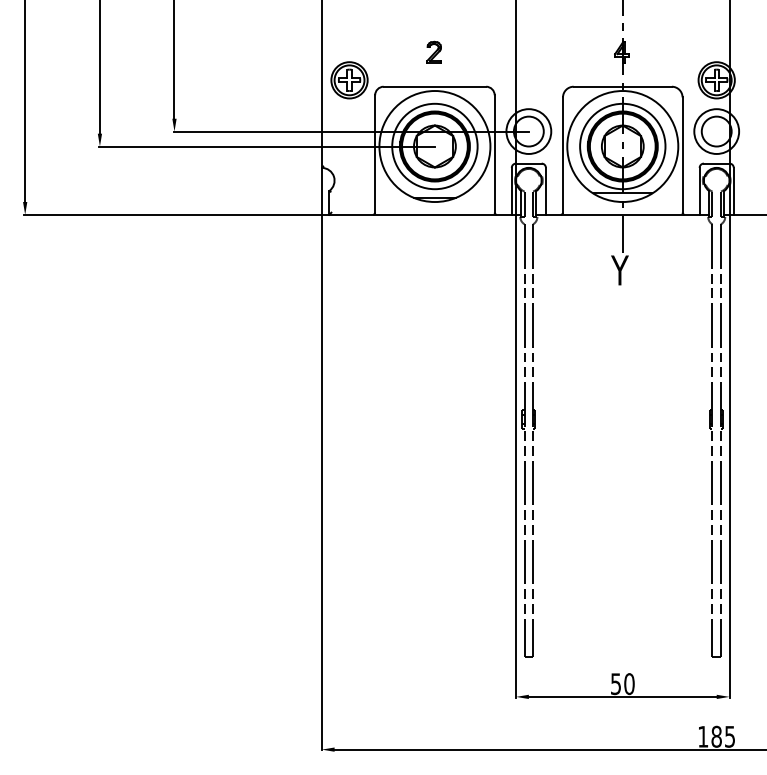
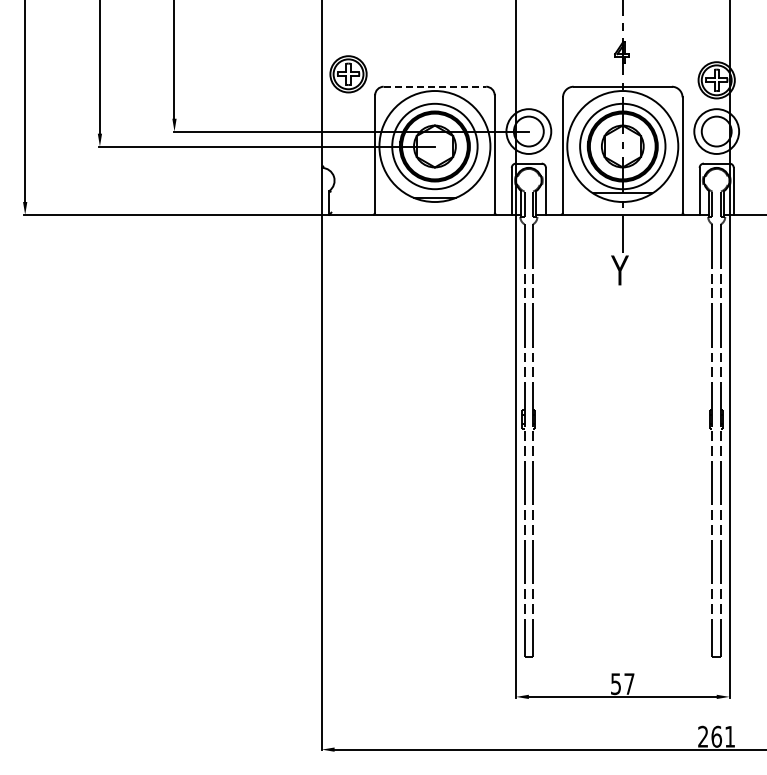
part at (433, 51): present -> none
part at (349, 80) position: (349, 80) -> (348, 74)
line at (435, 86): solid -> dashed
text at (629, 684): 50 -> 57
text at (716, 736): 185 -> 261
